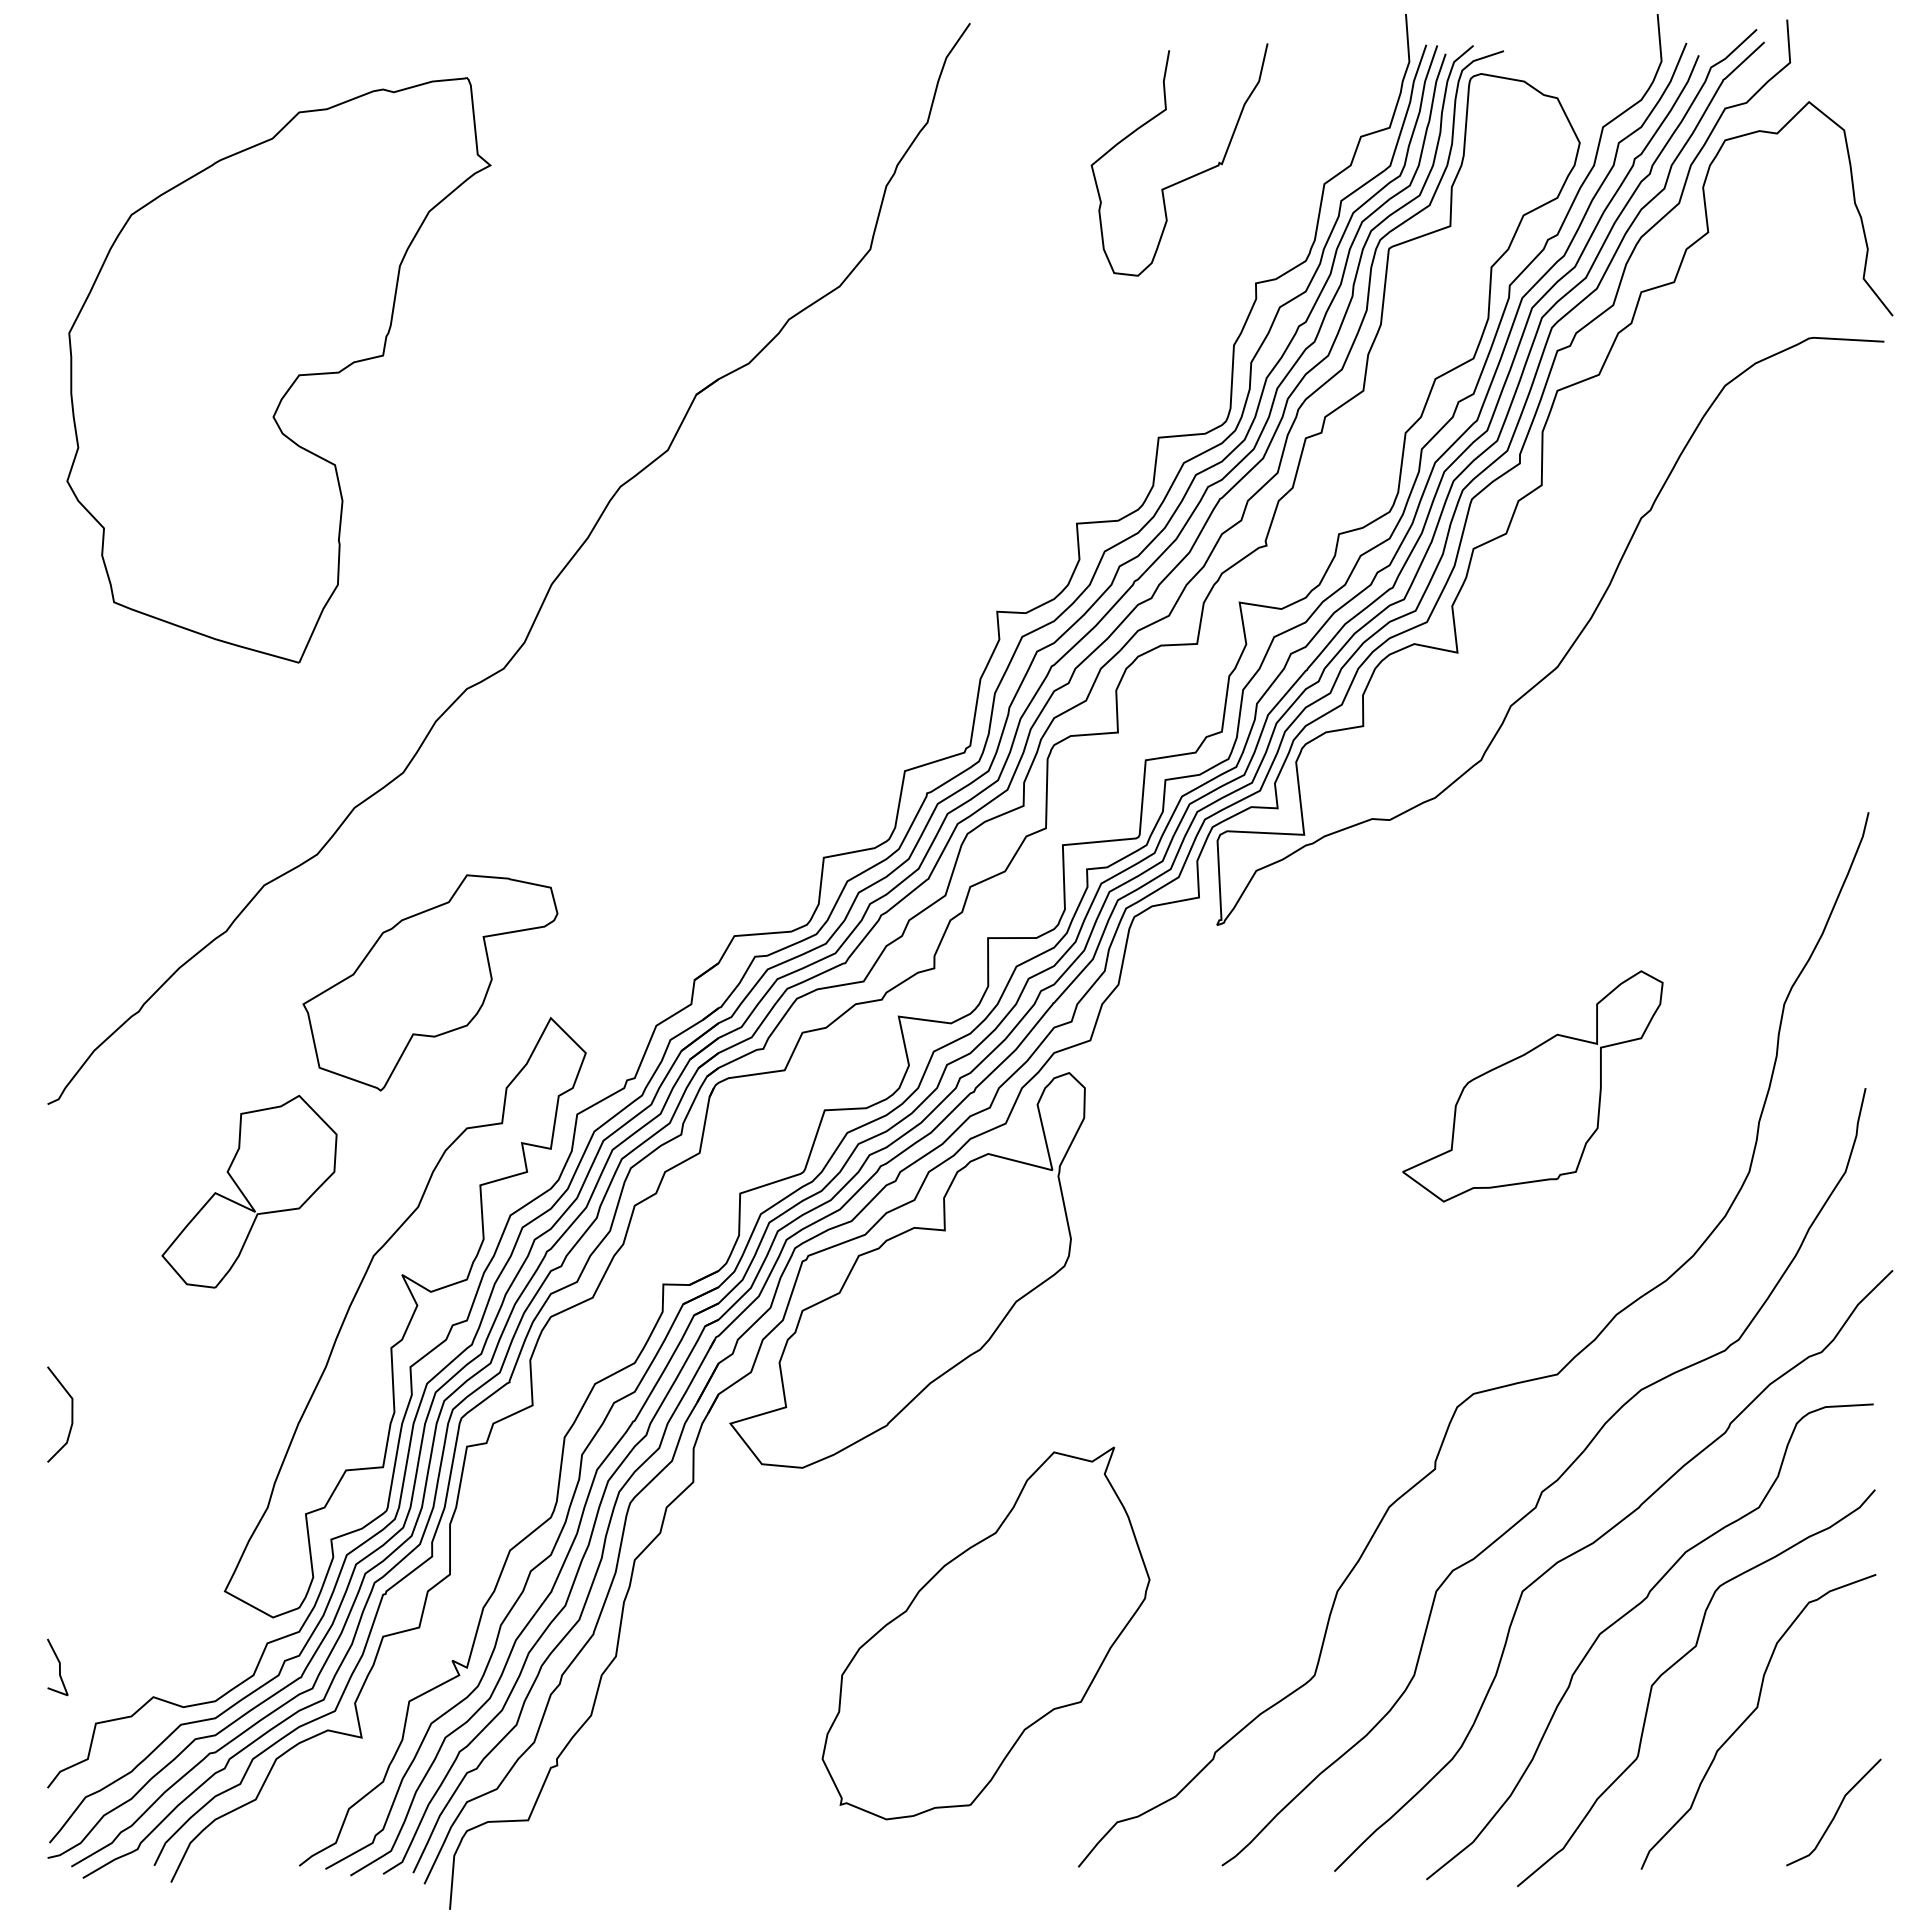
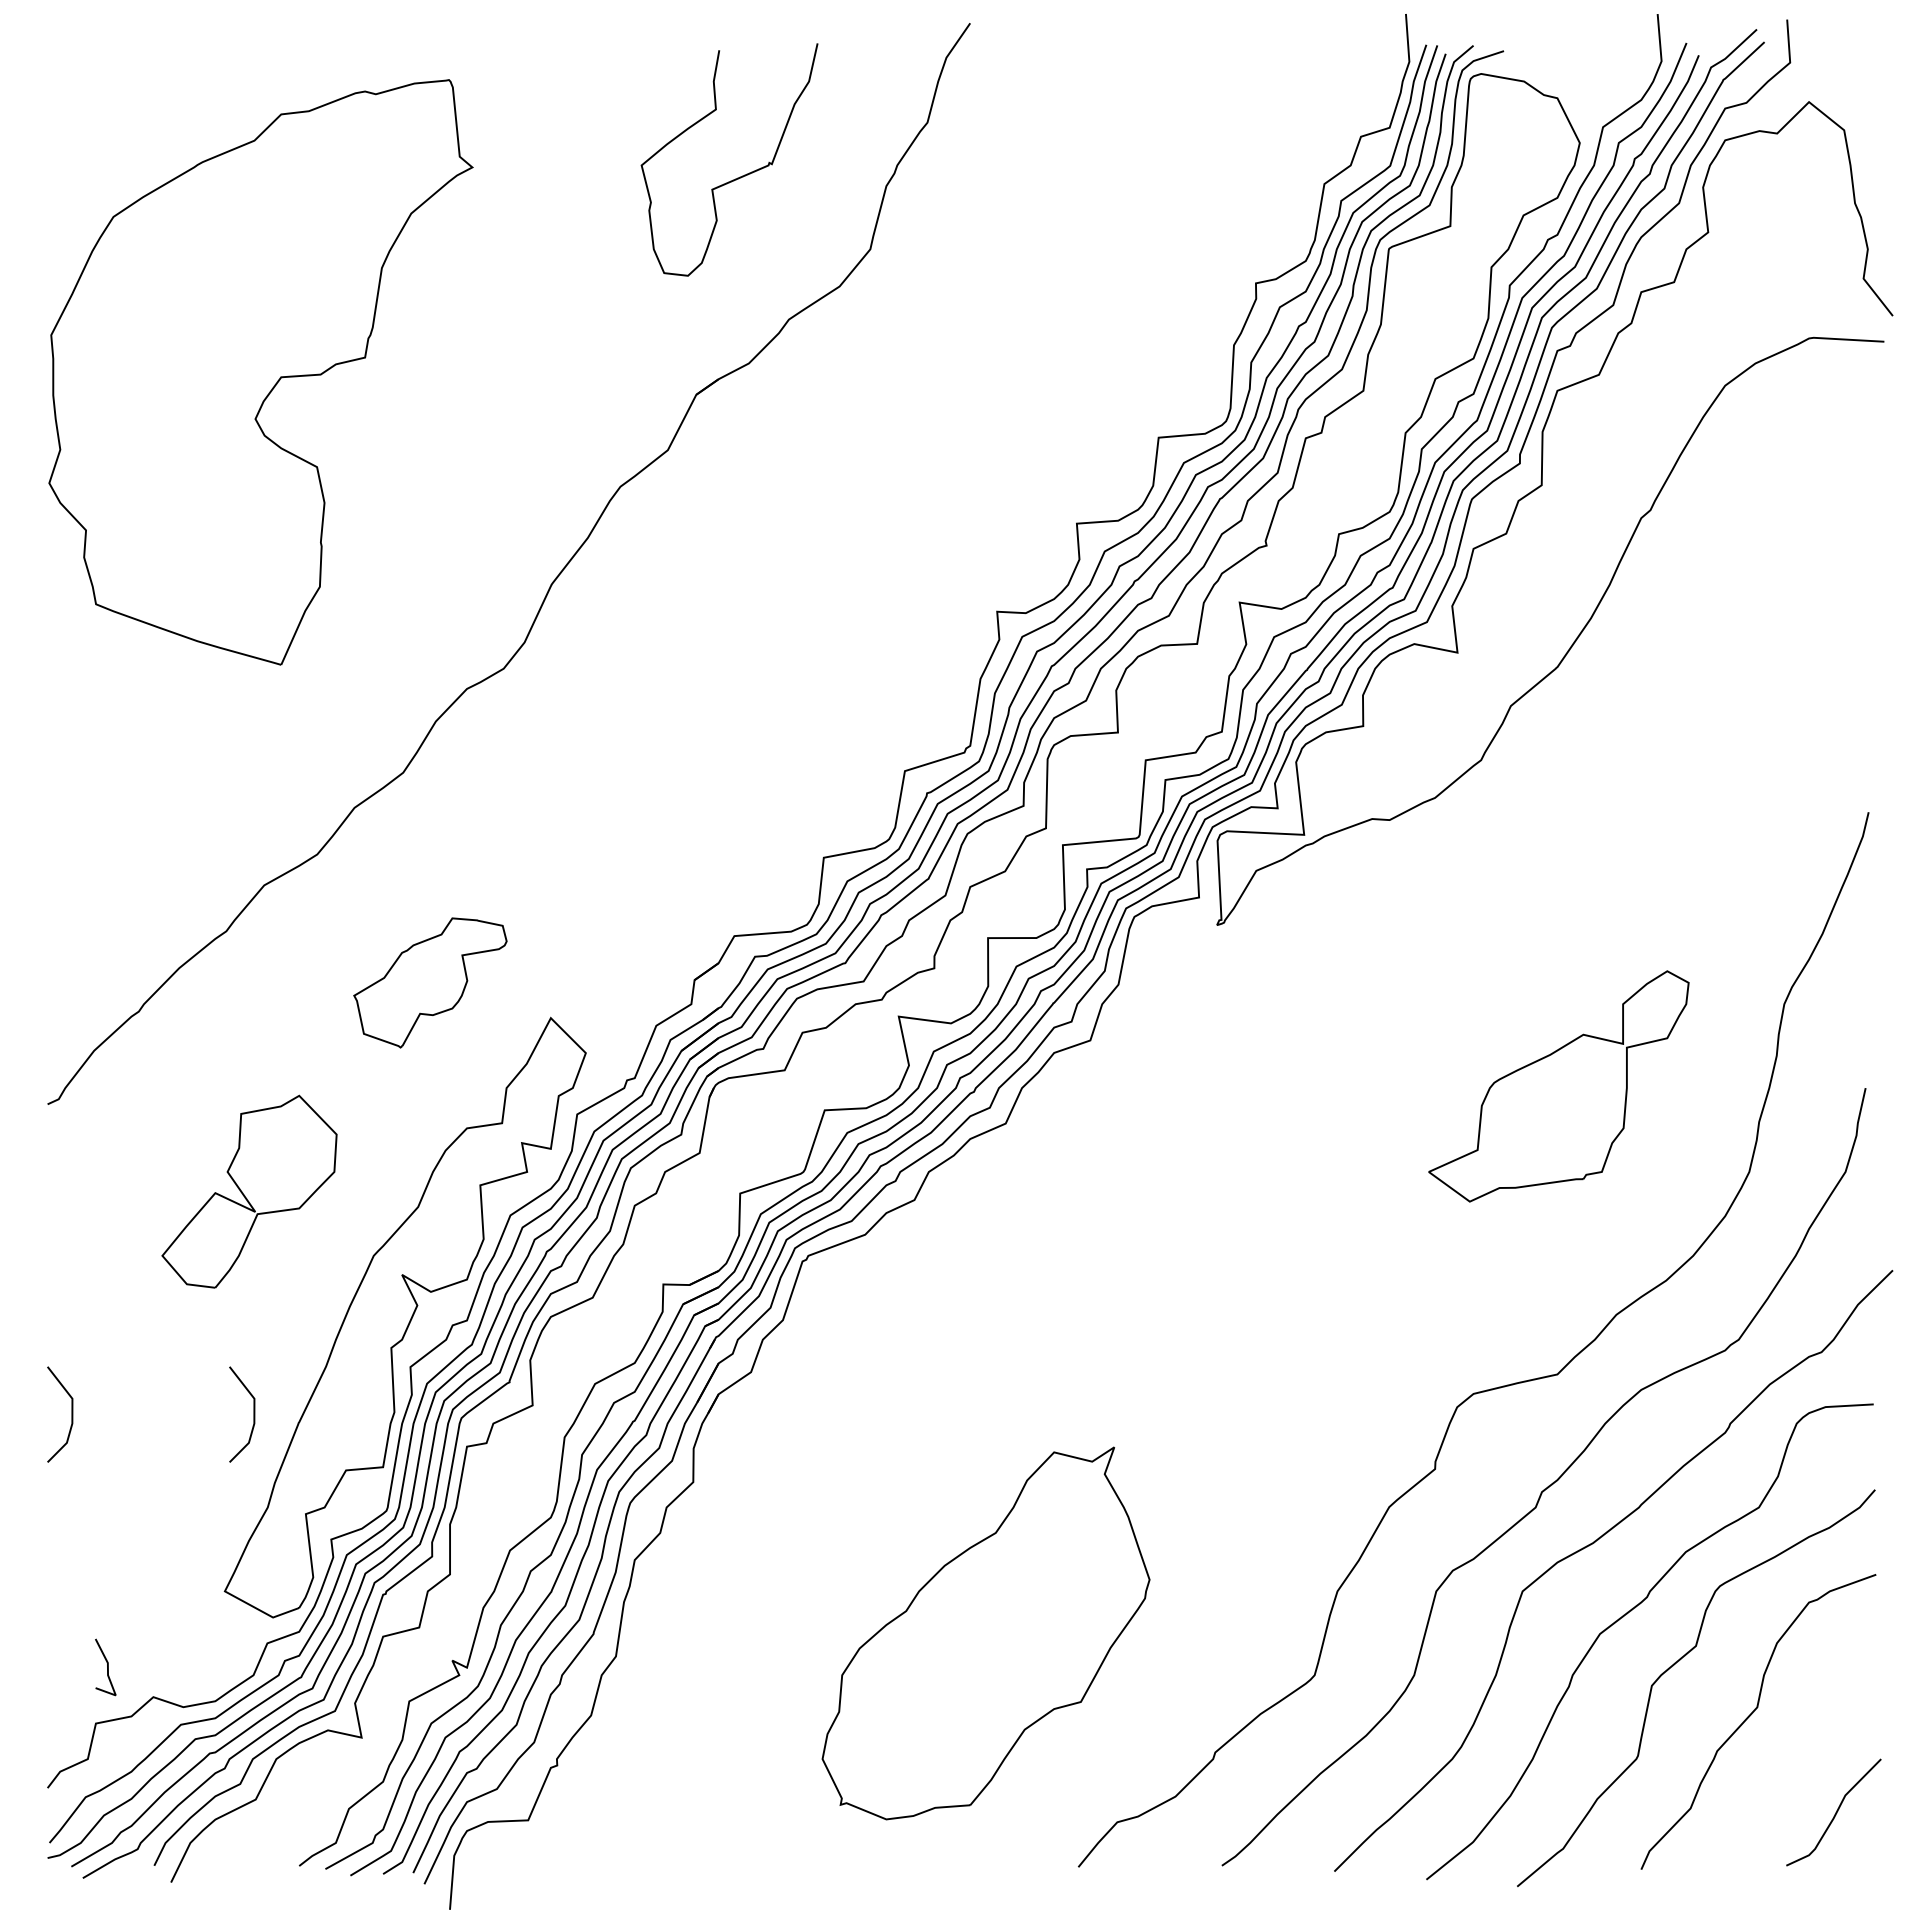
curve at (1187, 177) position: (1187, 177) -> (737, 177)
part at (278, 370) position: (278, 370) -> (260, 372)
part at (430, 982) size: 257x218 px -> 155x132 px
part at (1532, 1086) position: (1532, 1086) -> (1558, 1086)
part at (907, 1270): present -> none
line at (253, 1414): none -> present
line at (59, 1667) position: (59, 1667) -> (107, 1667)
